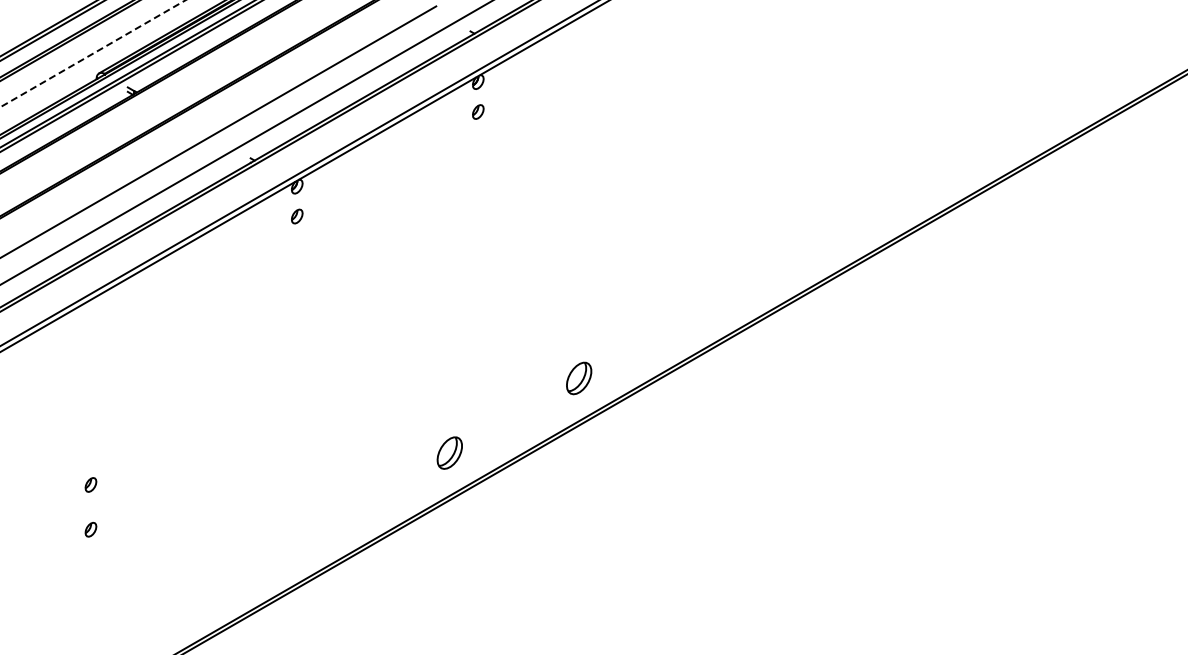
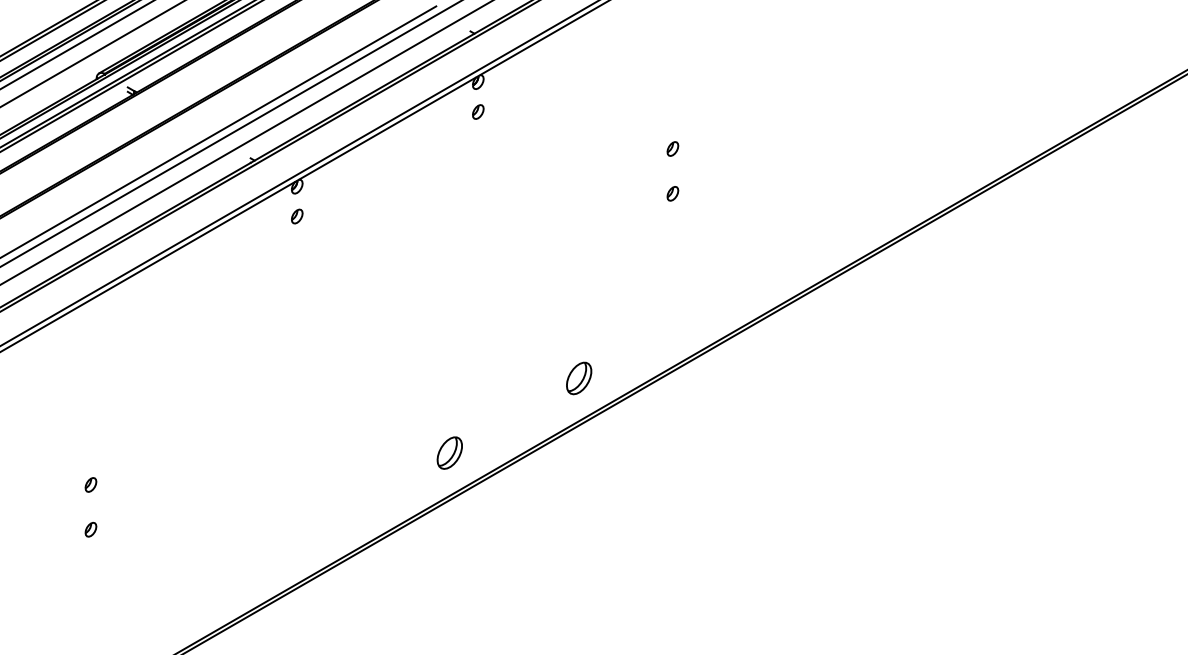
line at (76, 45): none -> present
line at (93, 53): dashed -> solid
line at (230, 133): none -> present
part at (672, 148): none -> present
part at (672, 193): none -> present
